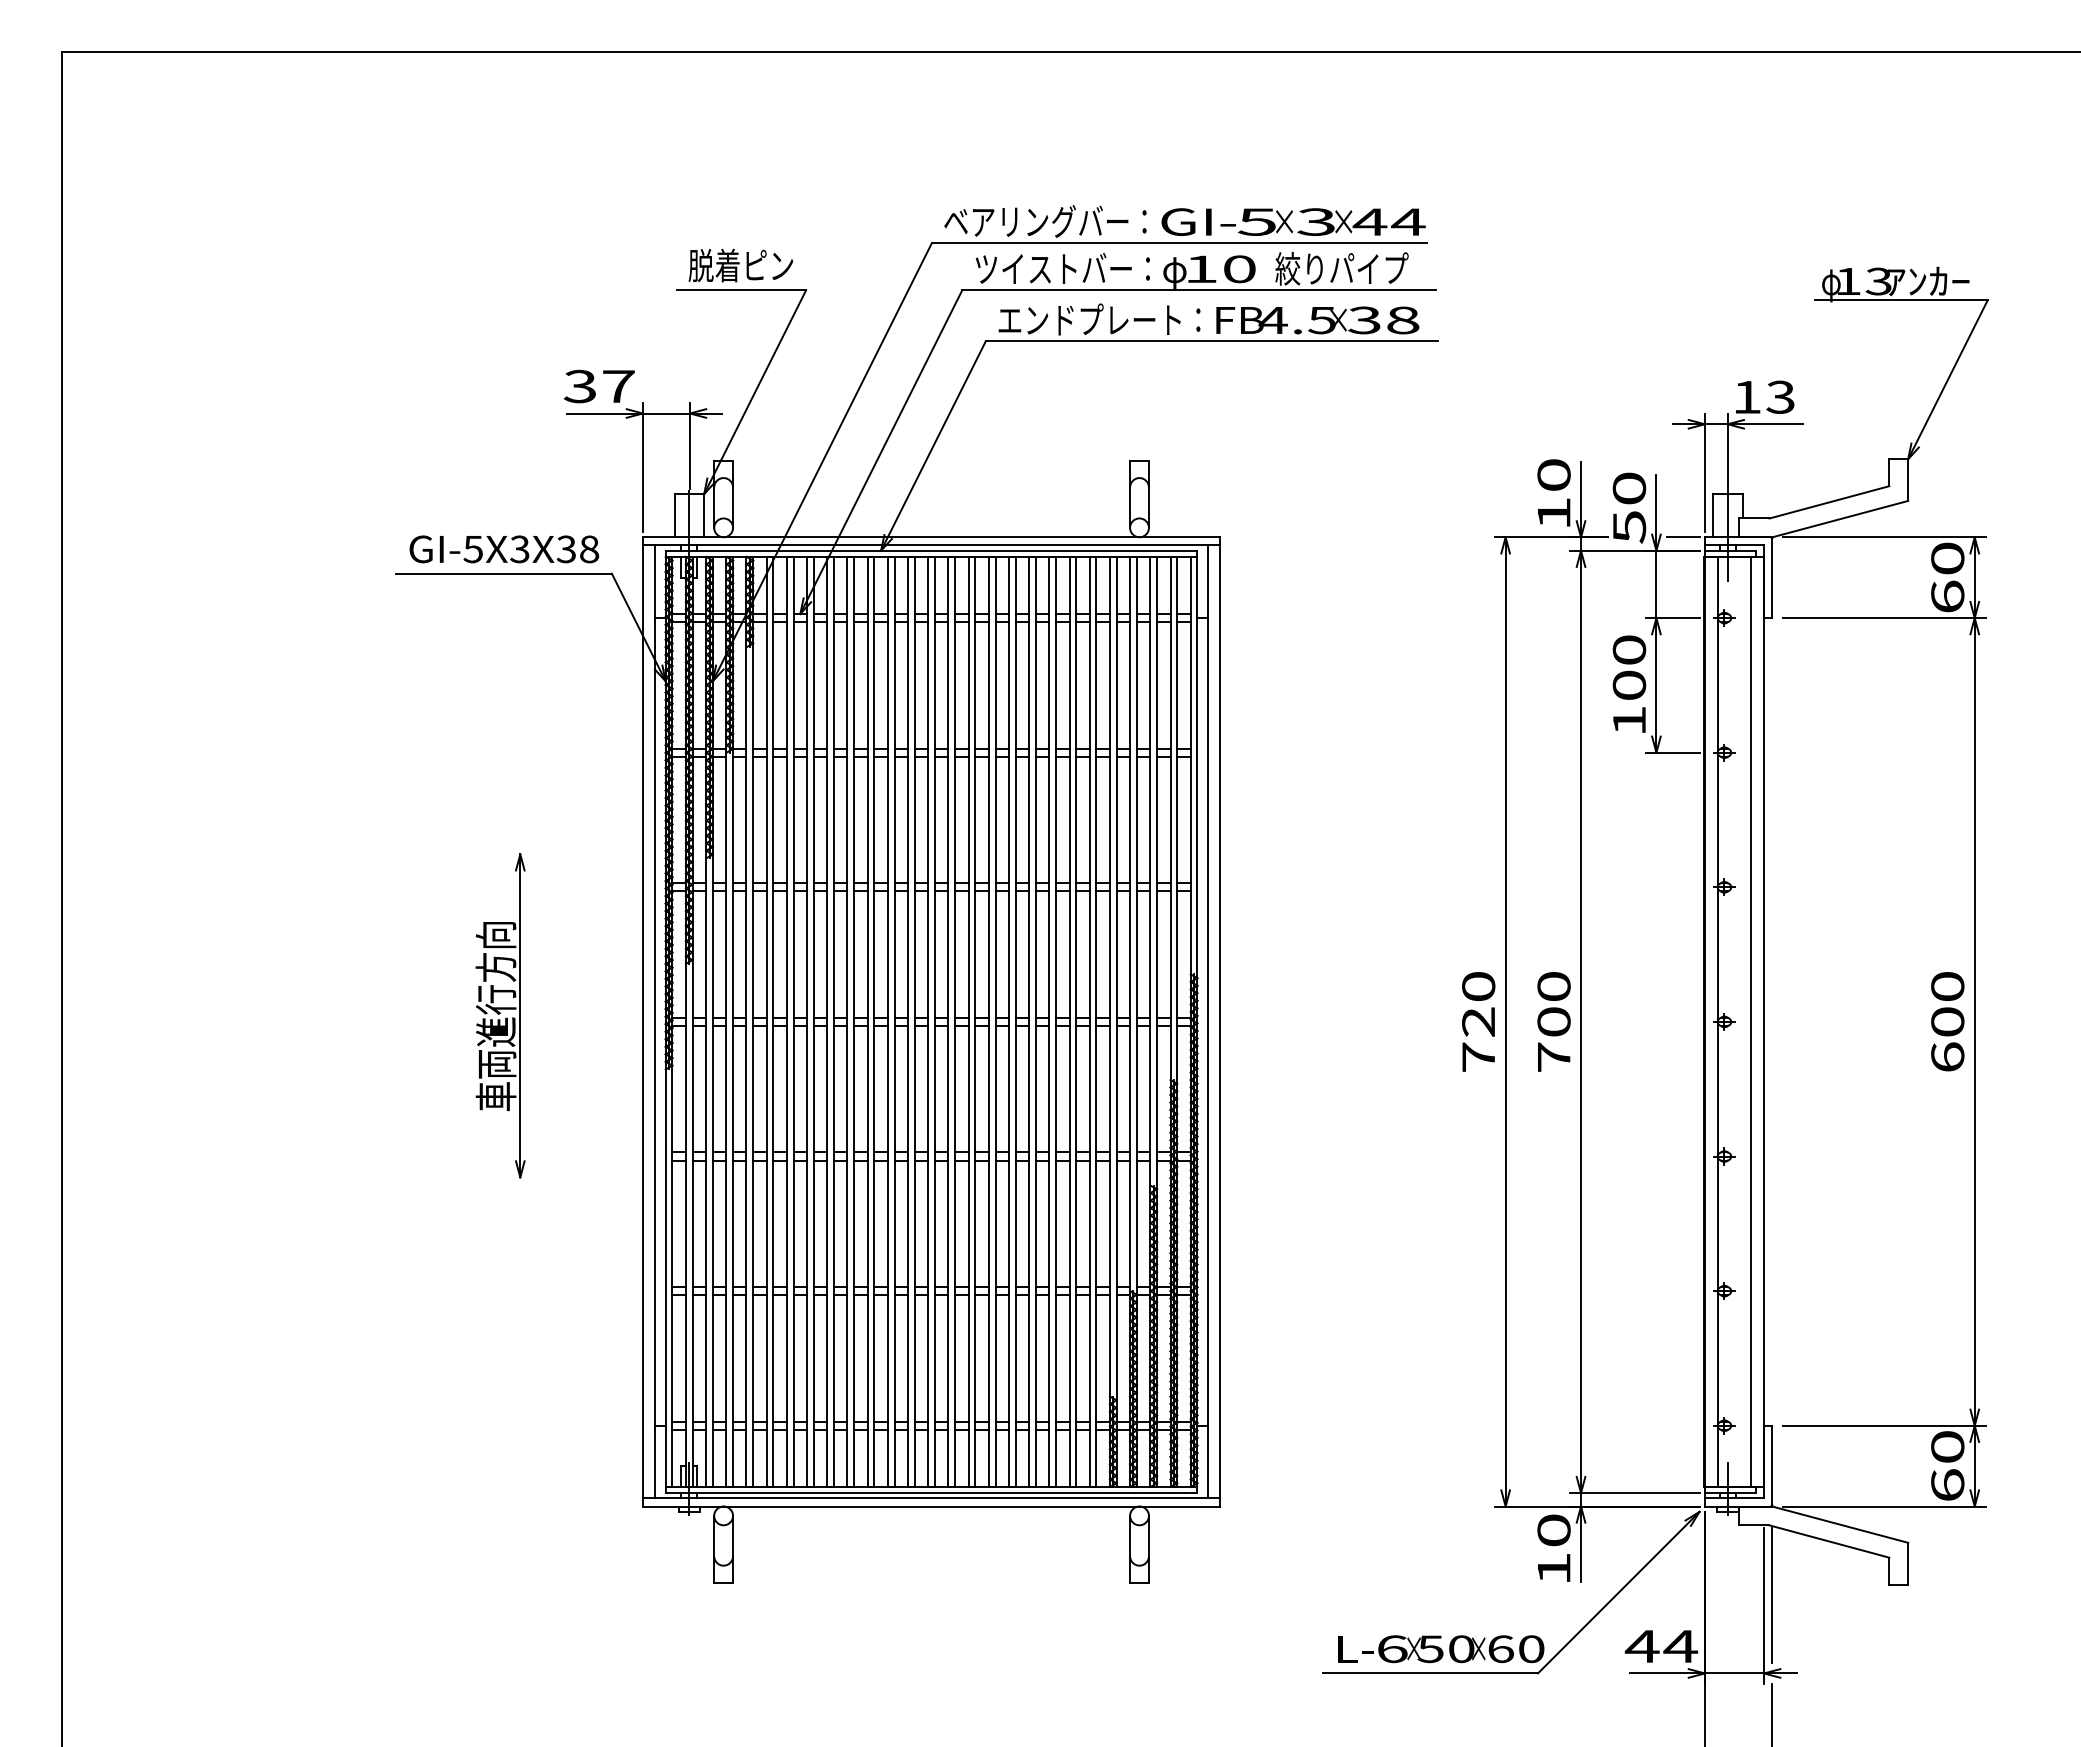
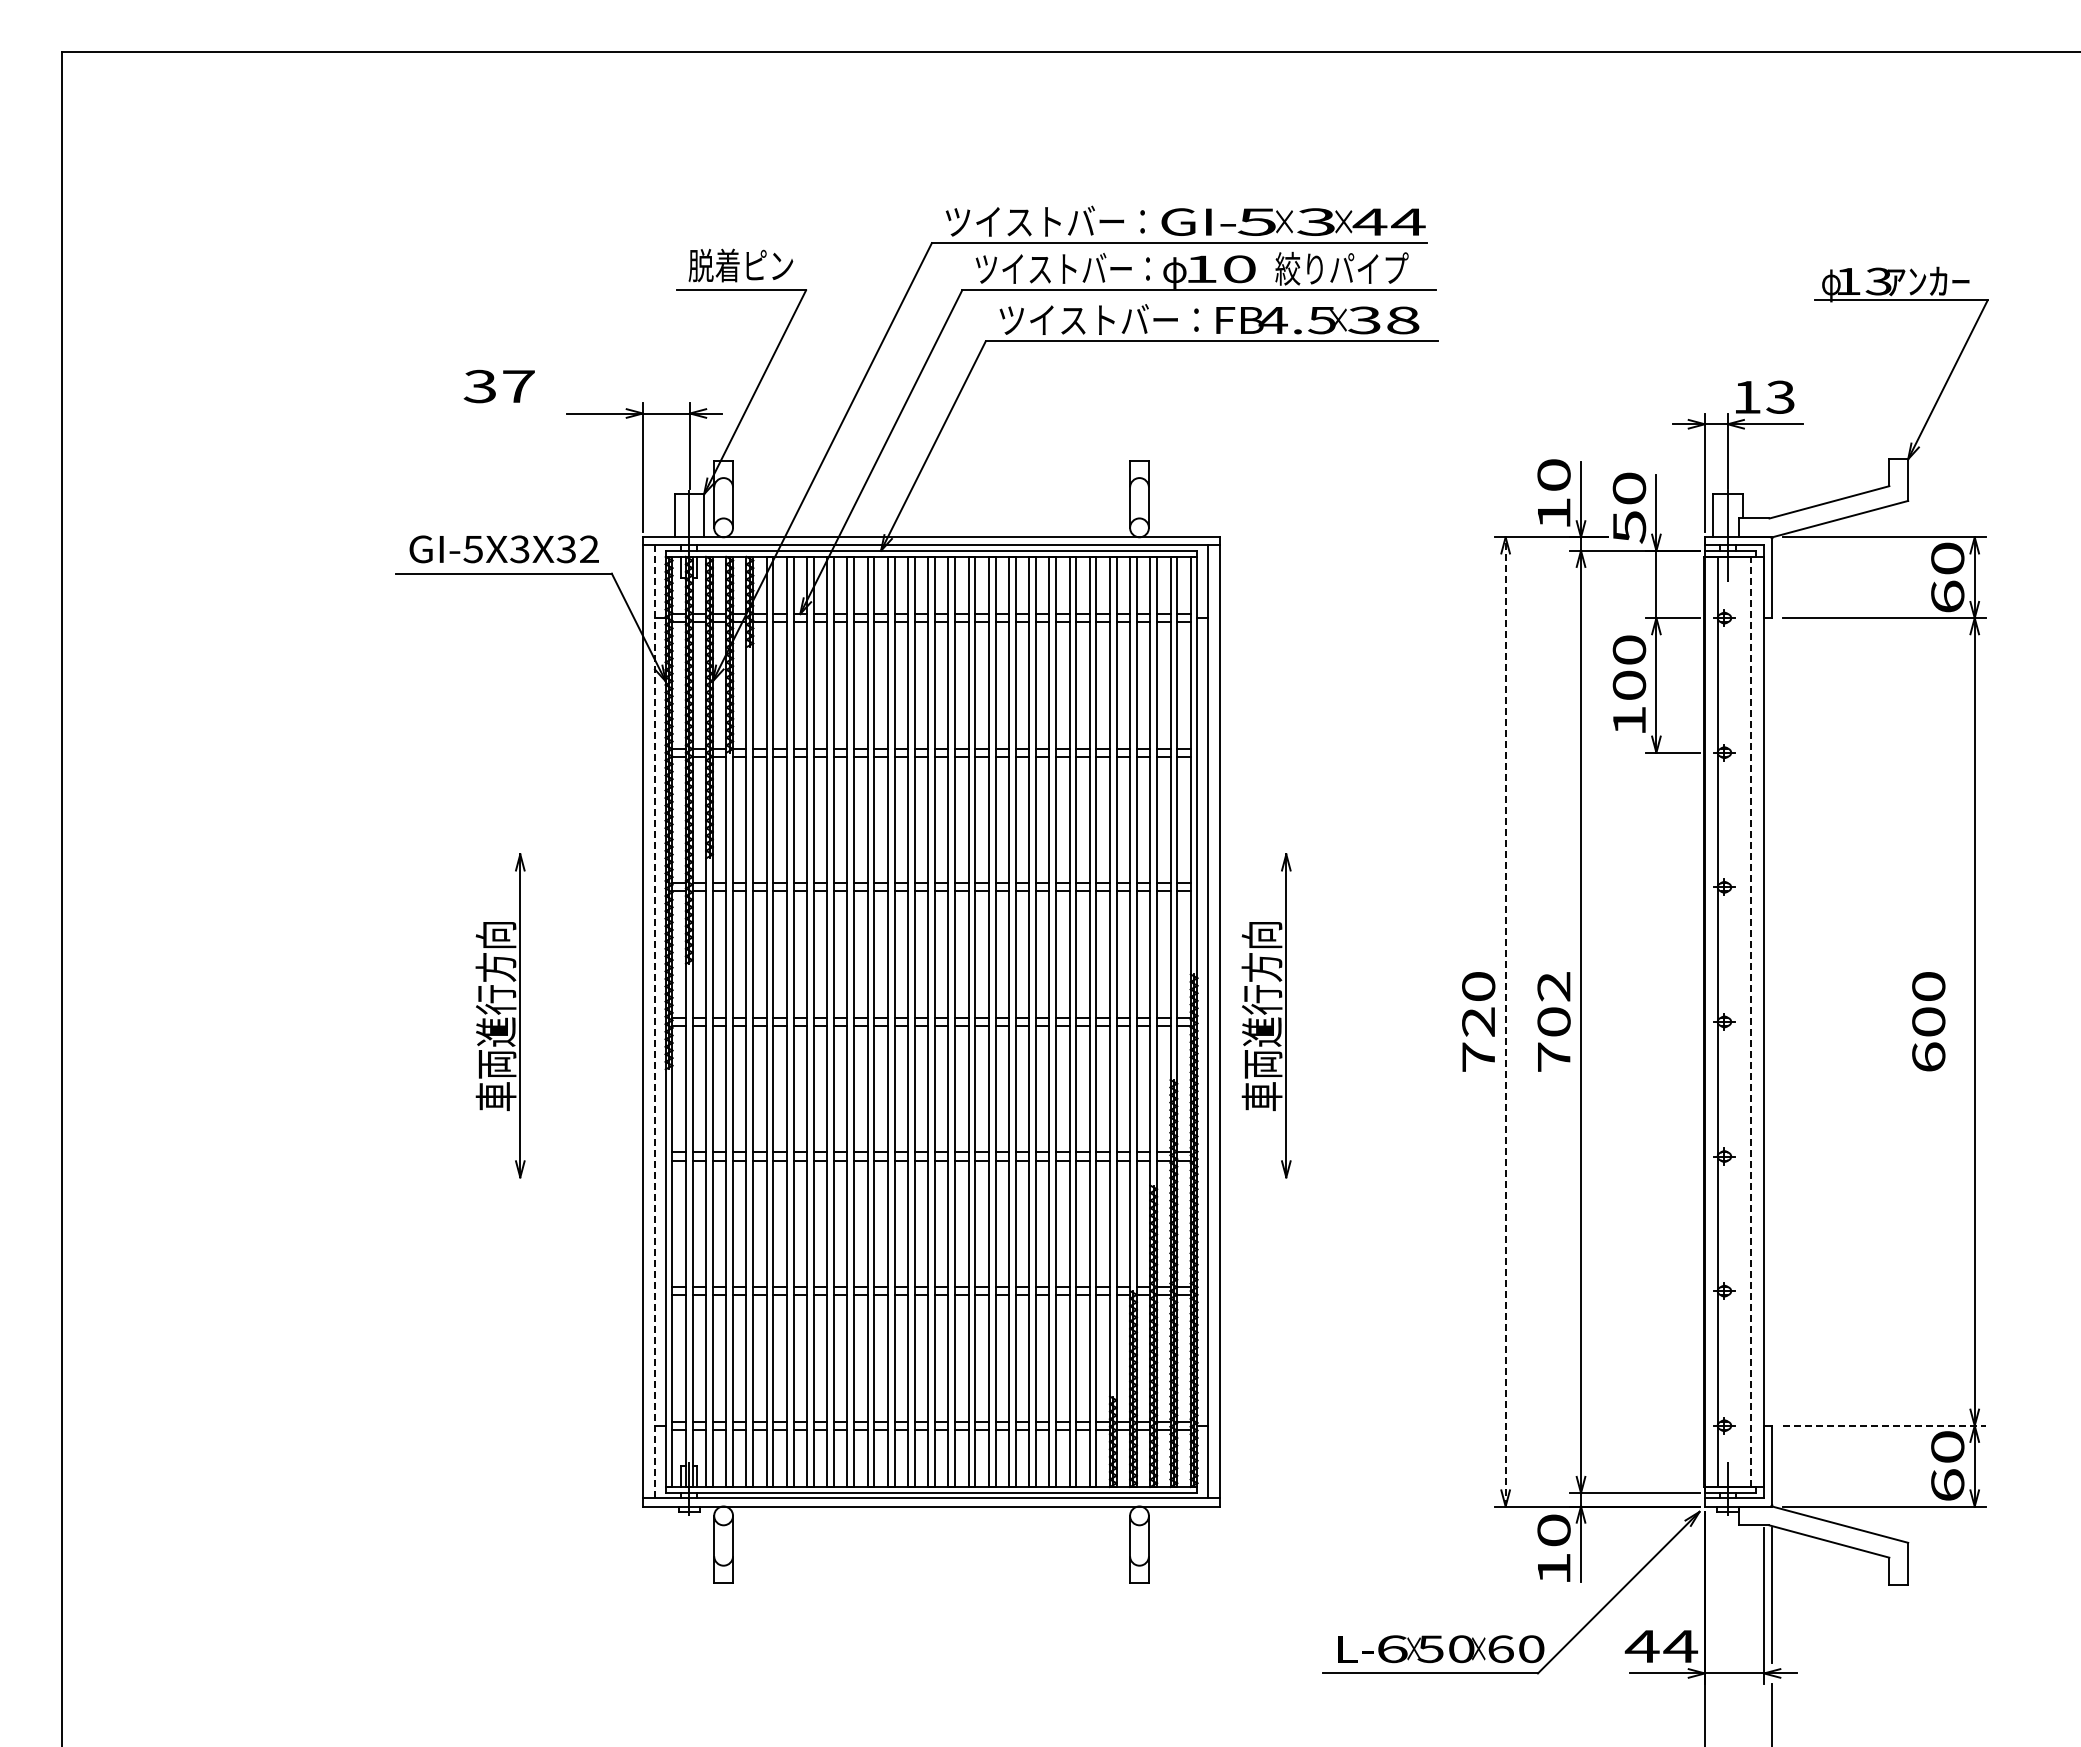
text at (1045, 221): ベアリングバー： -> ツイストバー：
text at (1099, 319): エンドプレート： -> ツイストバー：
text at (598, 386) position: (598, 386) -> (498, 386)
line at (1683, 537): present -> none
text at (589, 549): GI-5X3X38 -> GI-5X3X32
text at (1553, 986): 700 -> 702
part at (1266, 1015): none -> present
line at (654, 1021): solid -> dashed
line at (1505, 1021): solid -> dashed
line at (1751, 1021): solid -> dashed
text at (1947, 1021) position: (1947, 1021) -> (1928, 1021)
line at (1884, 1425): solid -> dashed
